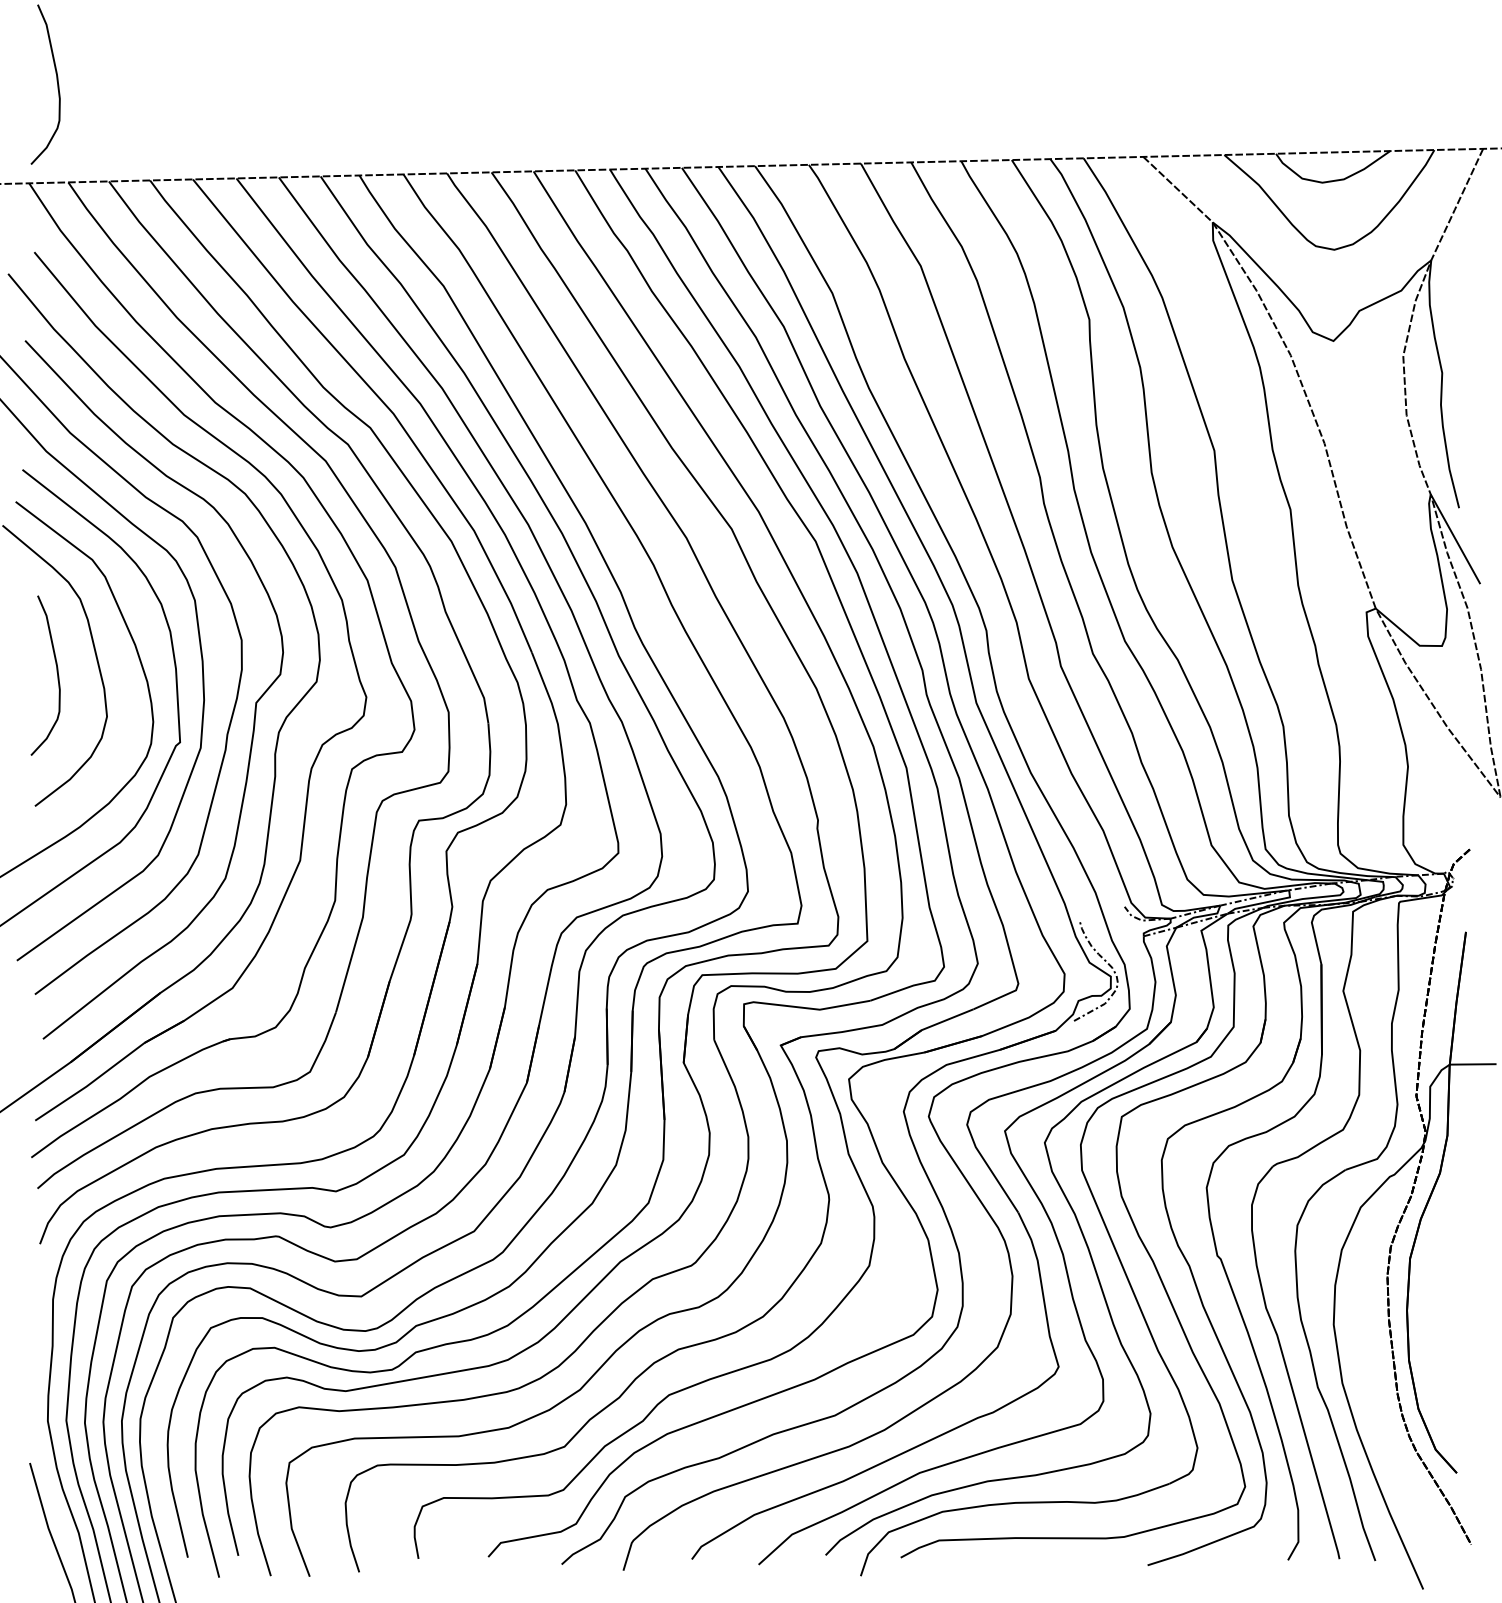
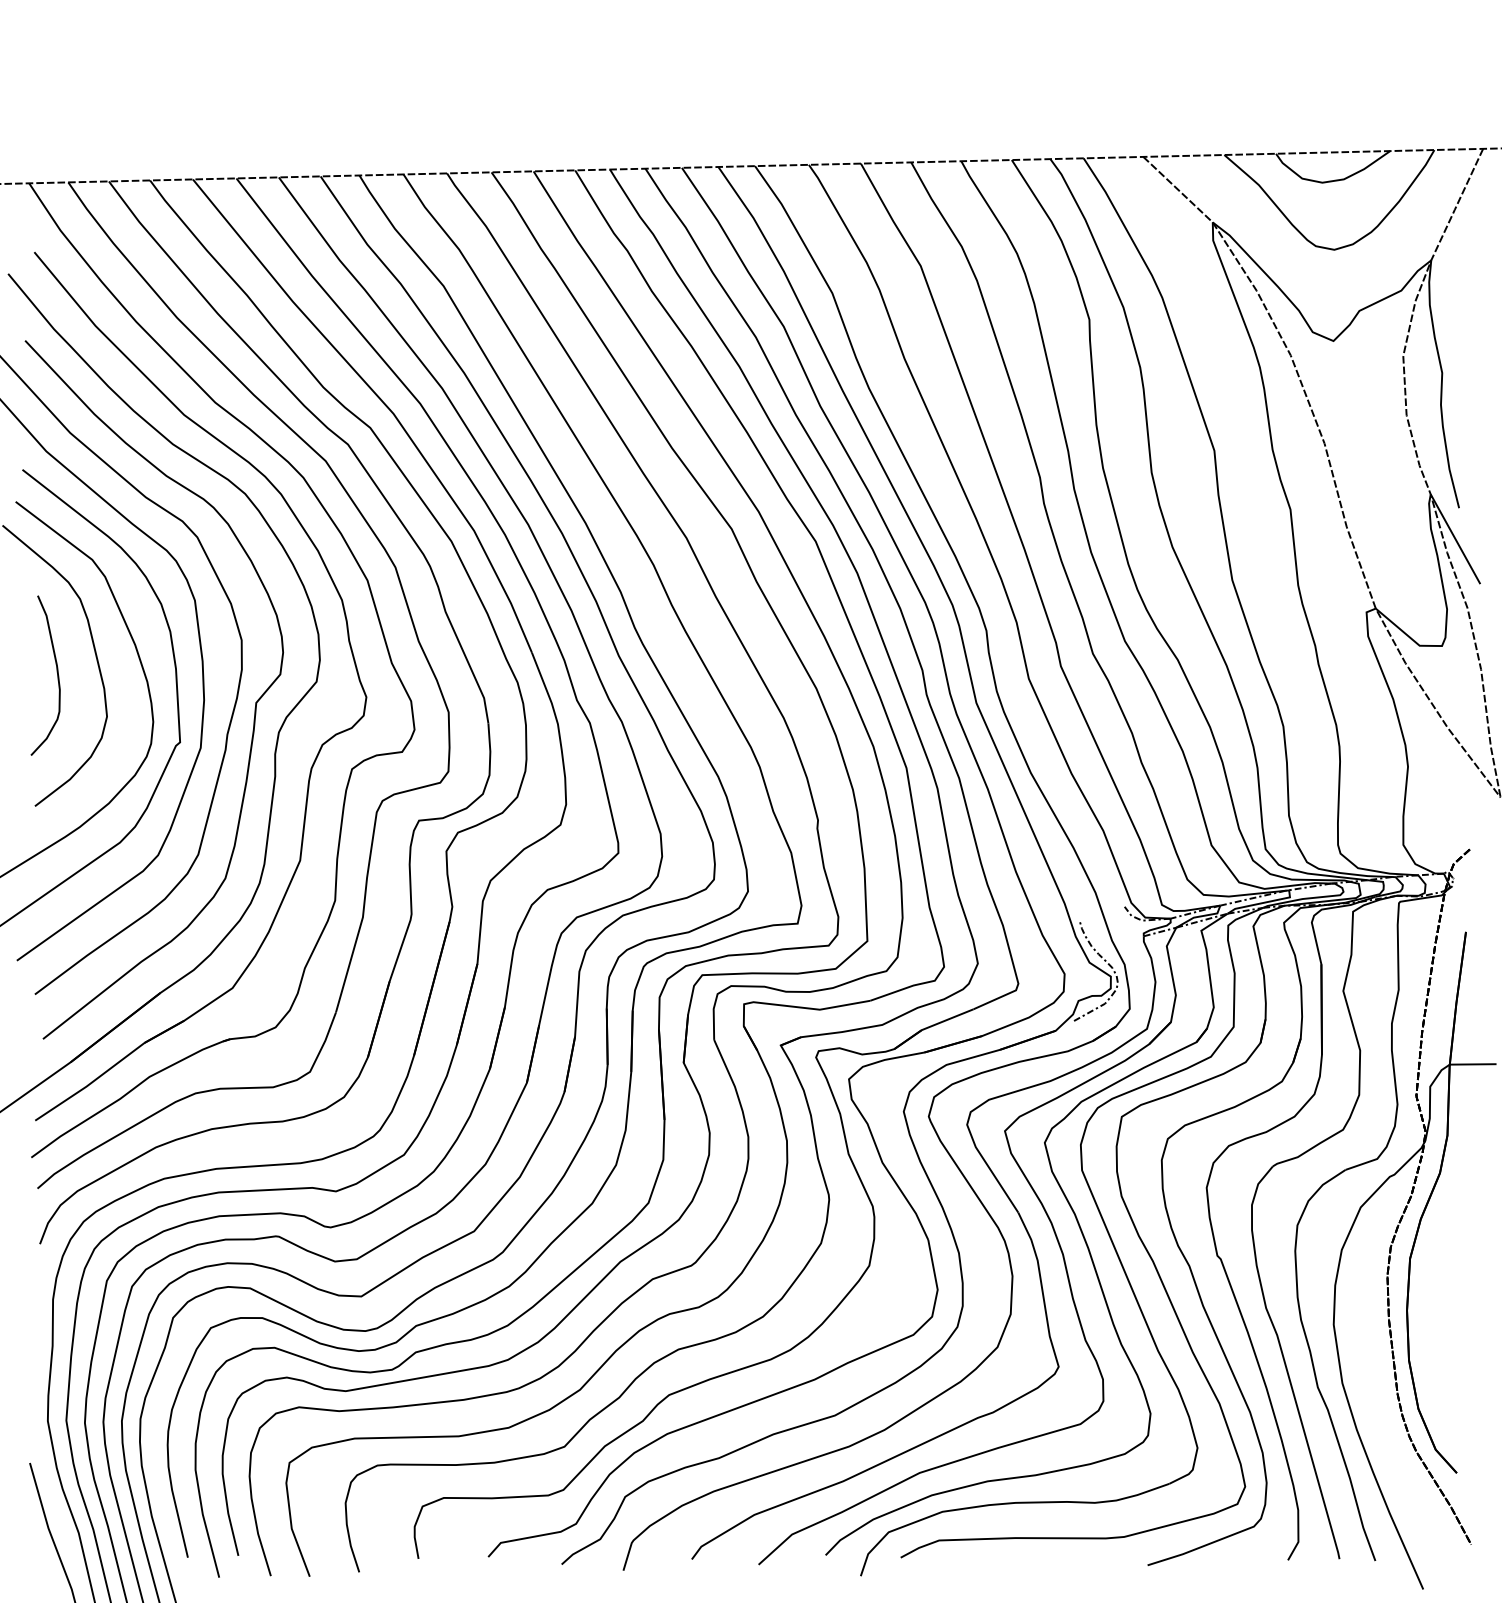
curve at (56, 81): present -> none
